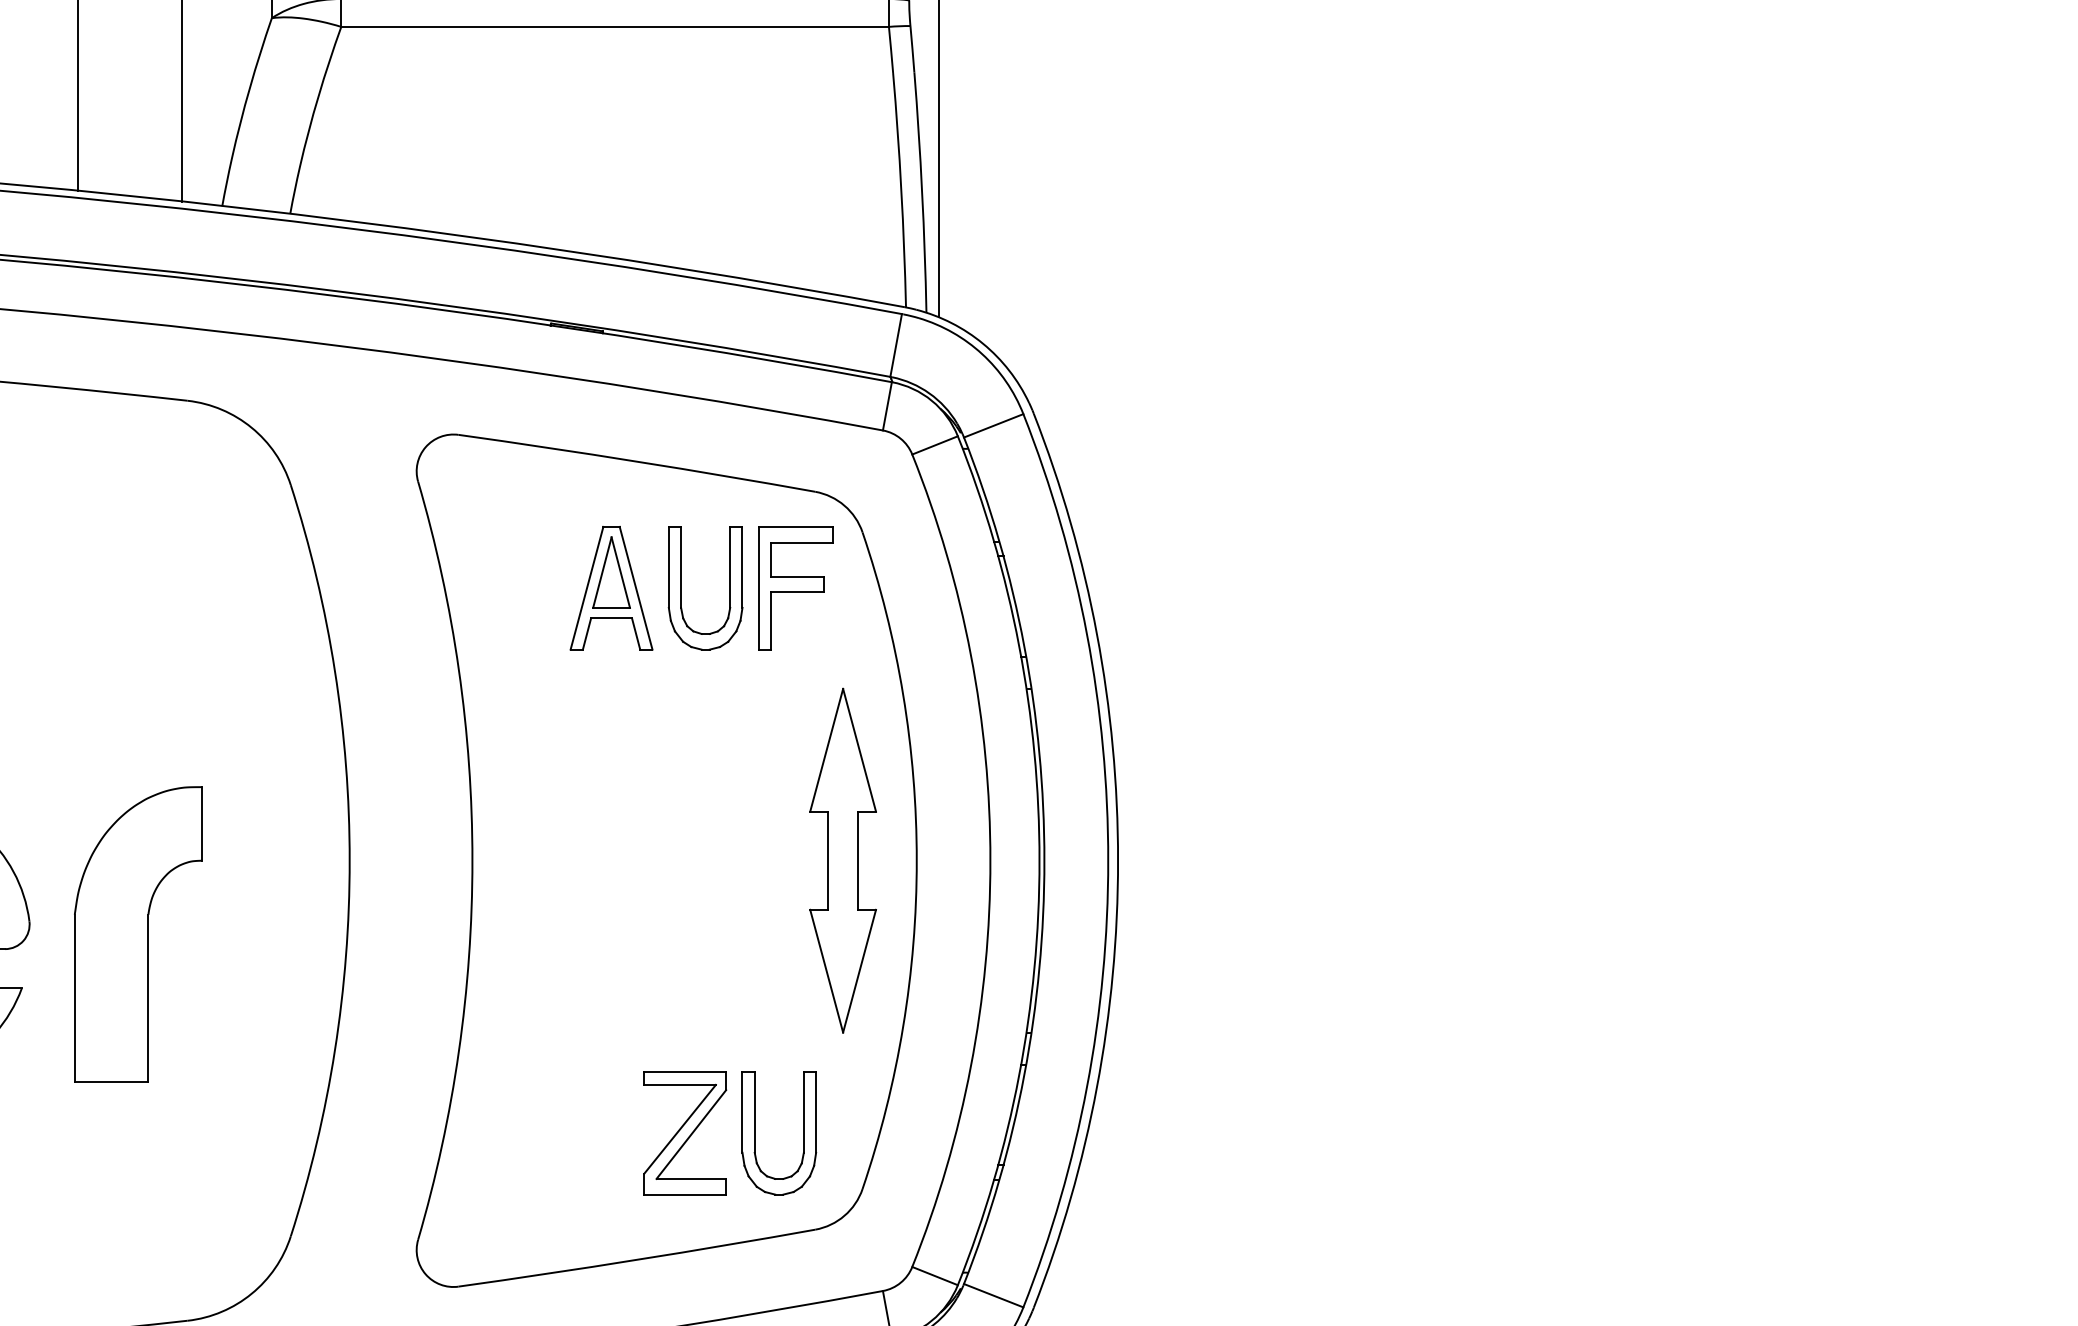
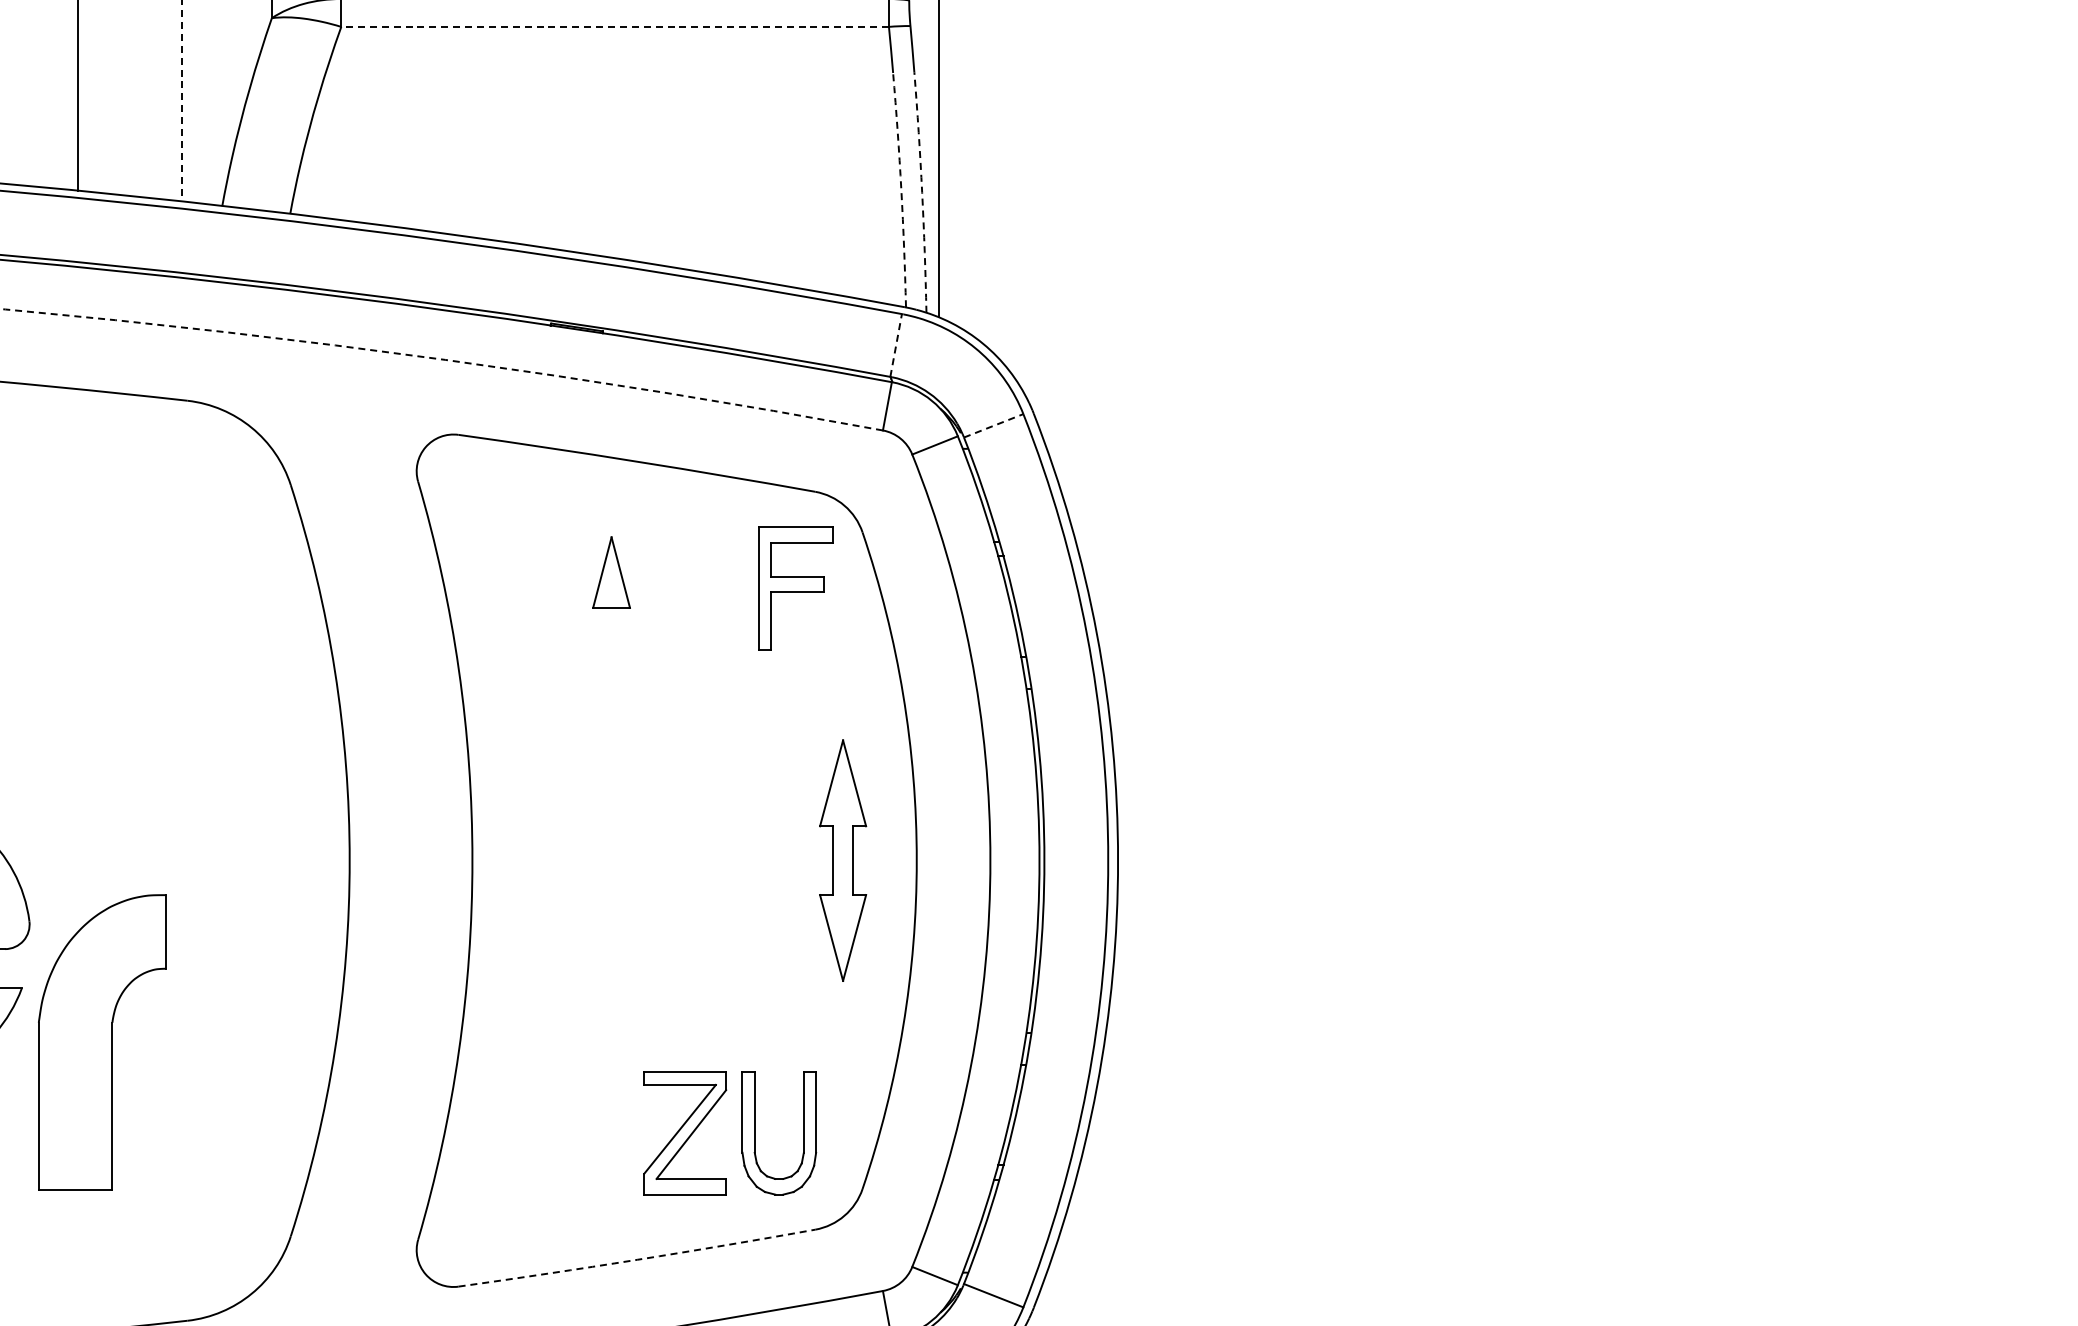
line at (615, 26): solid -> dashed
line at (181, 100): solid -> dashed
arc at (901, 190): solid -> dashed
arc at (922, 192): solid -> dashed
line at (896, 345): solid -> dashed
arc at (442, 359): solid -> dashed
line at (993, 425): solid -> dashed
part at (611, 588): present -> none
part at (681, 588): present -> none
part at (842, 860) size: 68x347 px -> 49x243 px
part at (138, 934) position: (138, 934) -> (102, 1042)
arc at (637, 1259): solid -> dashed
